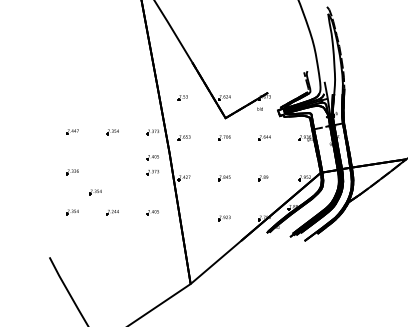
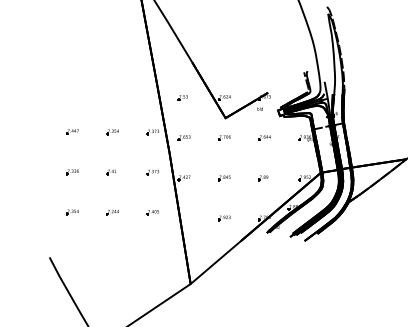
part at (152, 157): present -> none
part at (110, 172): none -> present
part at (95, 192): present -> none
